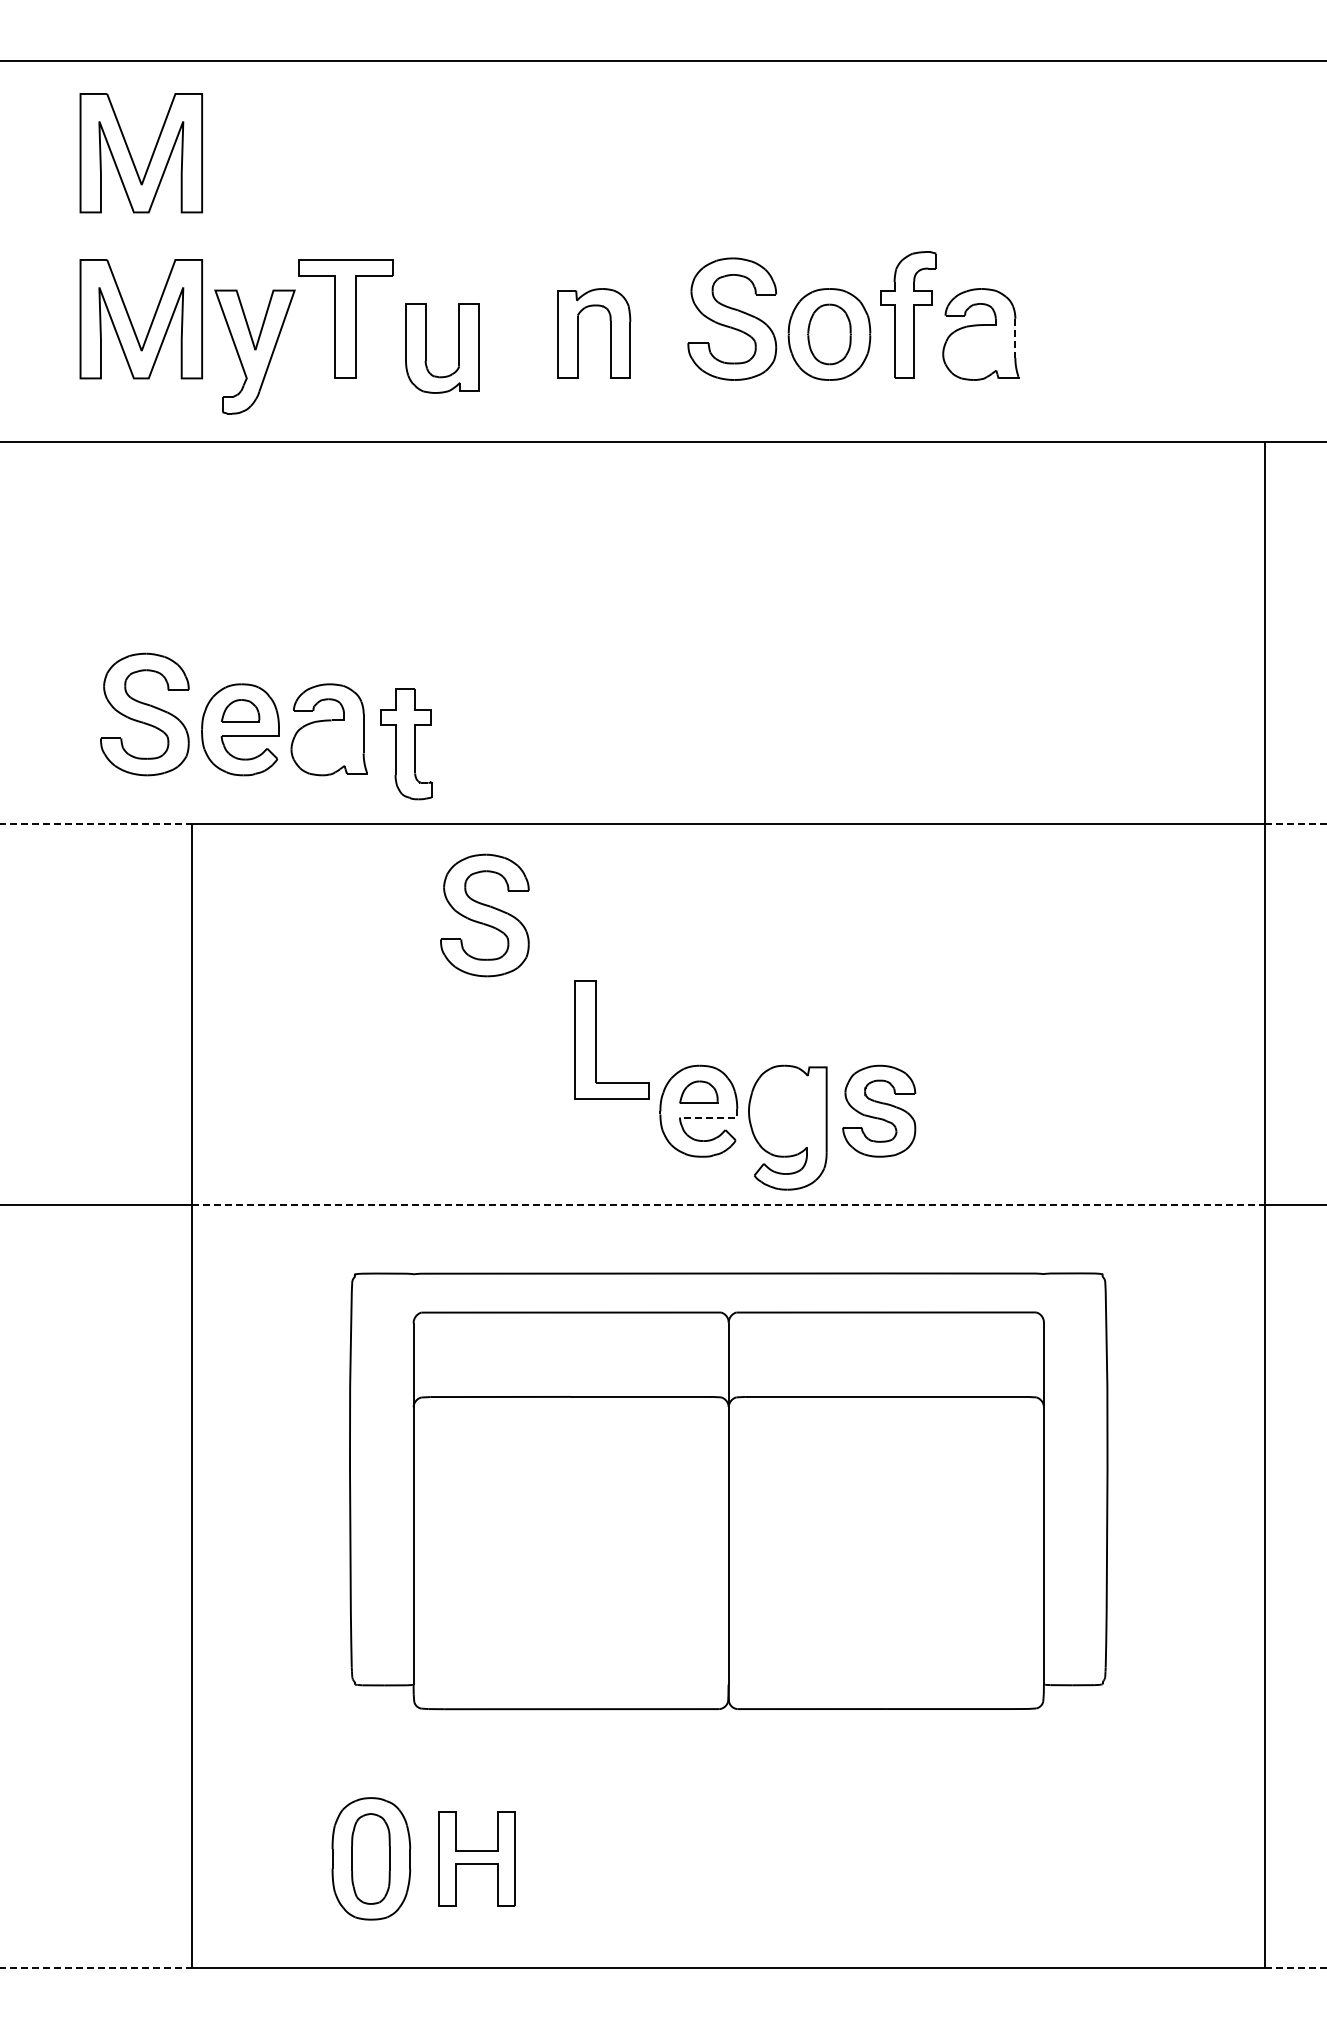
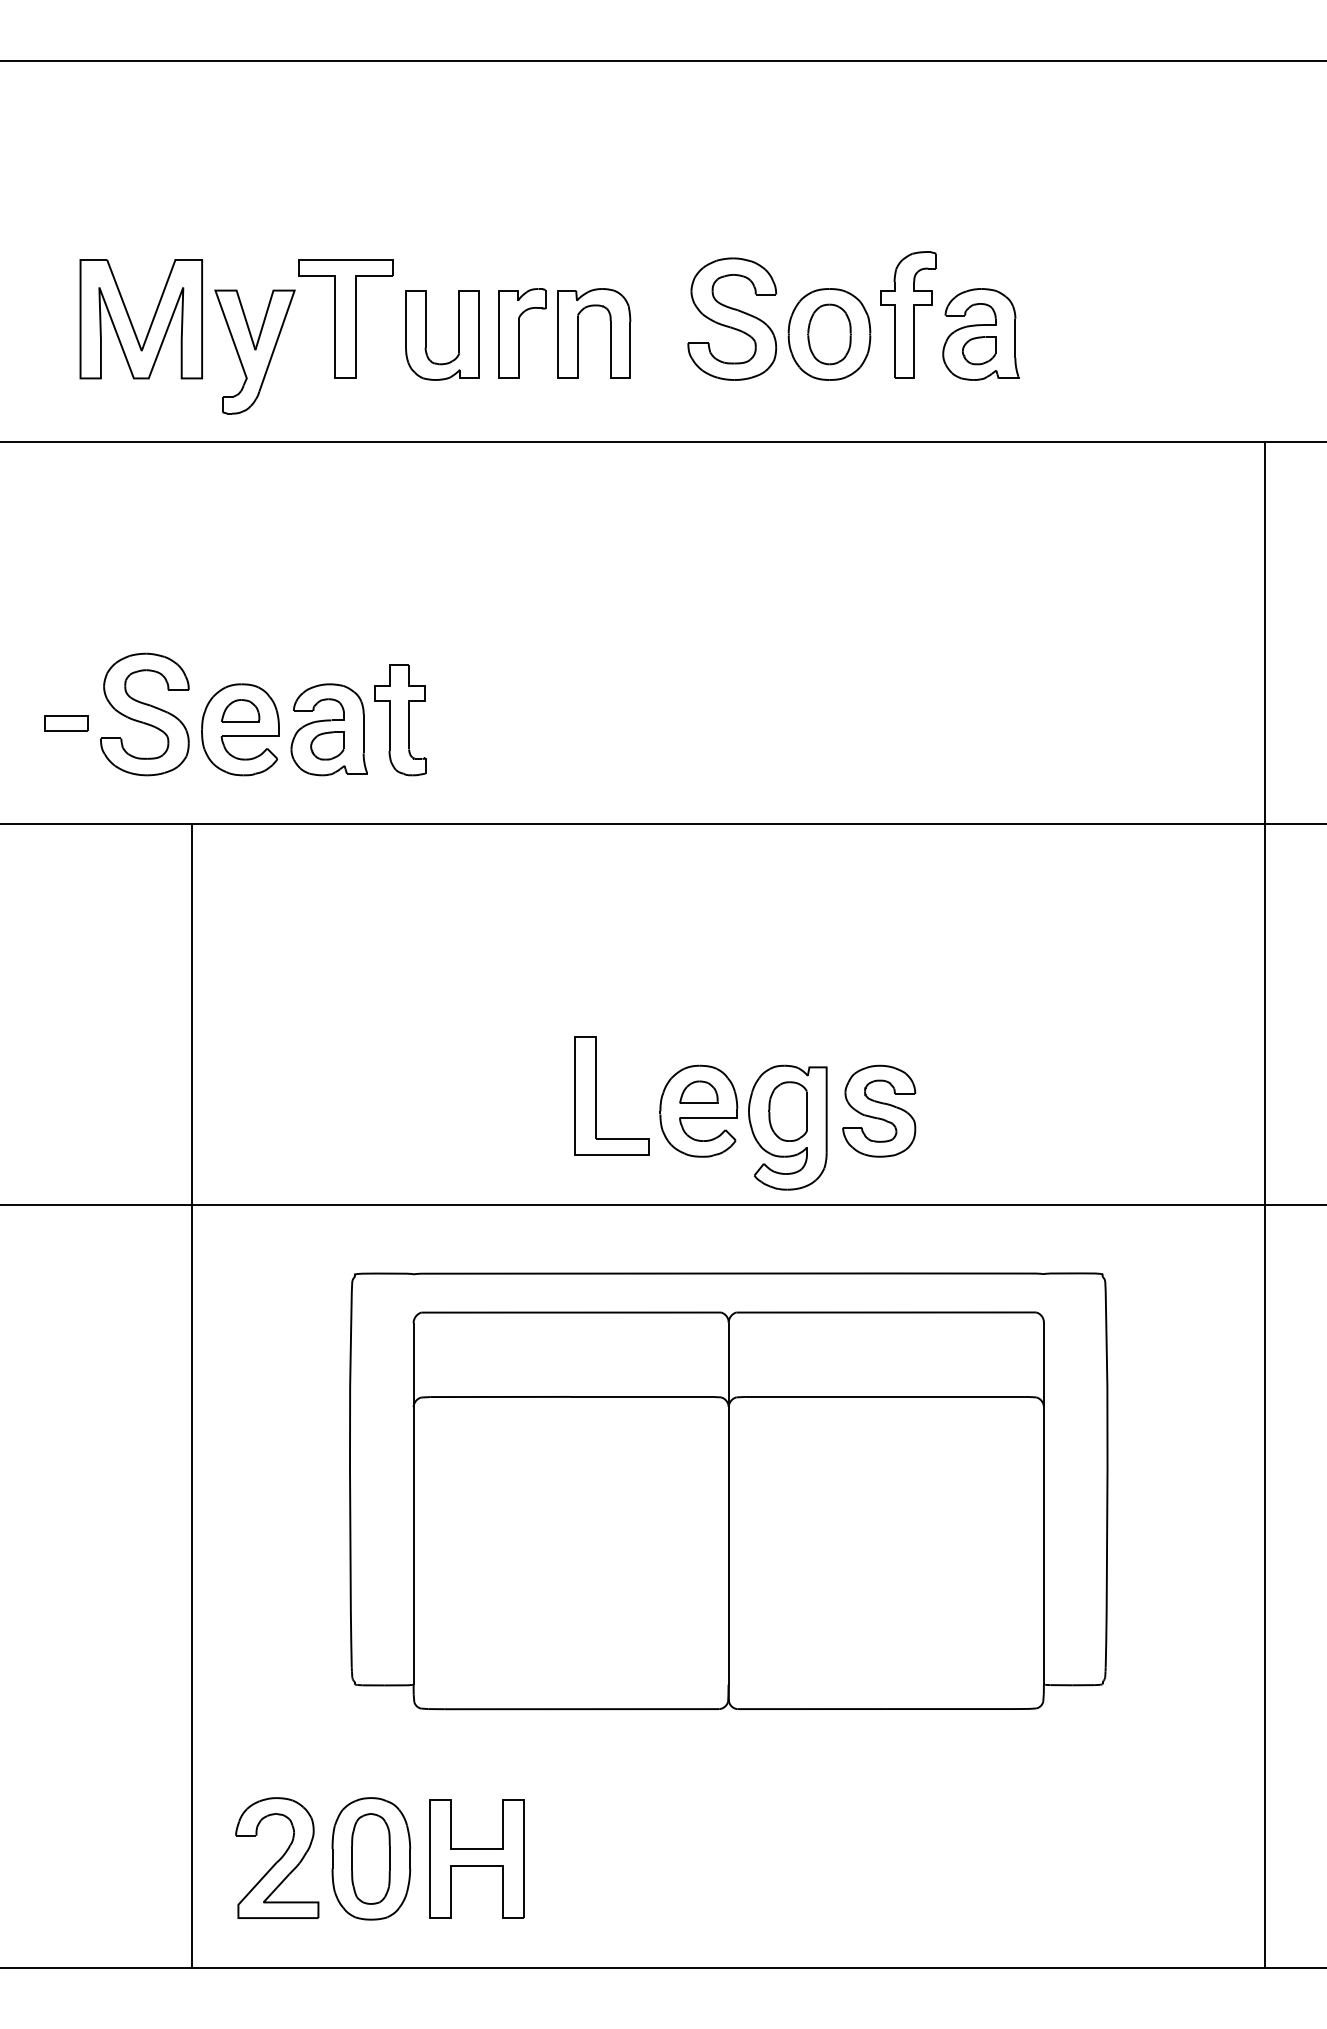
part at (132, 157): present -> none
part at (522, 333): none -> present
line at (1015, 338): dashed -> solid
part at (426, 348) position: (426, 348) -> (426, 335)
part at (979, 350): none -> present
part at (66, 723): none -> present
part at (406, 744) position: (406, 744) -> (400, 720)
part at (327, 745): none -> present
line at (96, 823): dashed -> solid
line at (1296, 823): dashed -> solid
part at (484, 915): present -> none
part at (596, 1039) position: (596, 1039) -> (596, 1095)
part at (787, 1111): none -> present
line at (713, 1117): dashed -> solid
line at (729, 1205): dashed -> solid
part at (277, 1857): none -> present
part at (476, 1858) size: 78x96 px -> 96x120 px
line at (96, 1968): dashed -> solid
line at (1296, 1968): dashed -> solid
